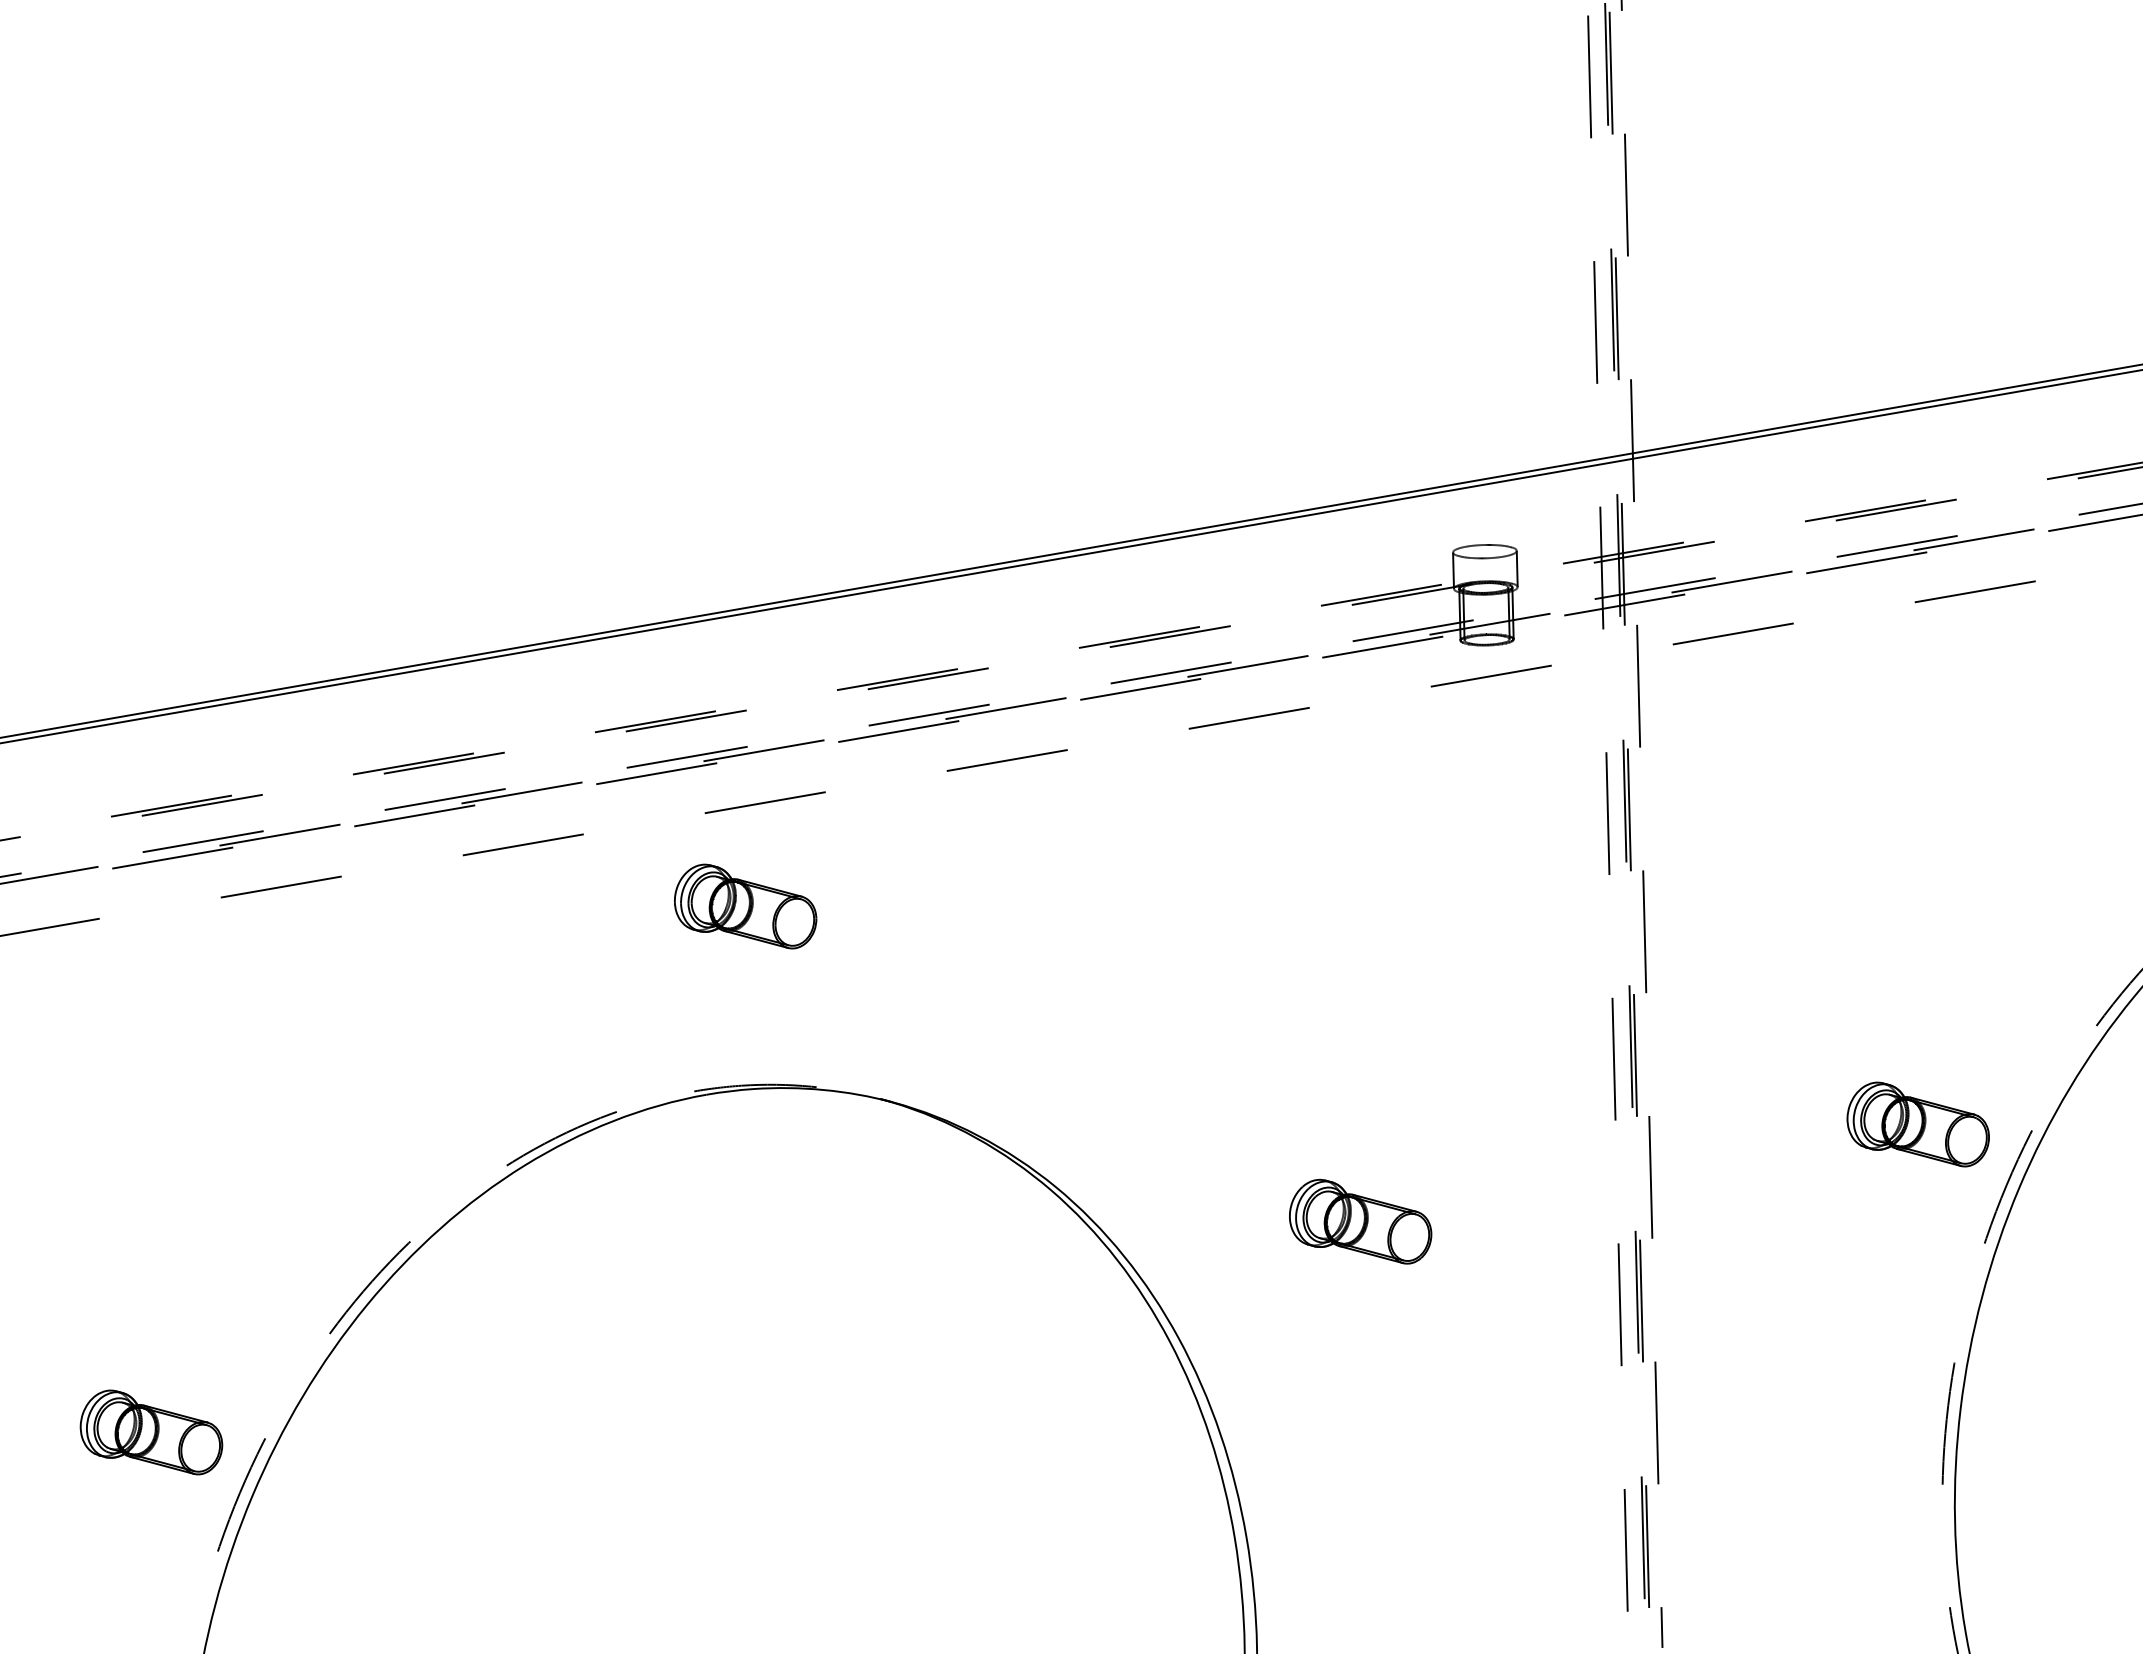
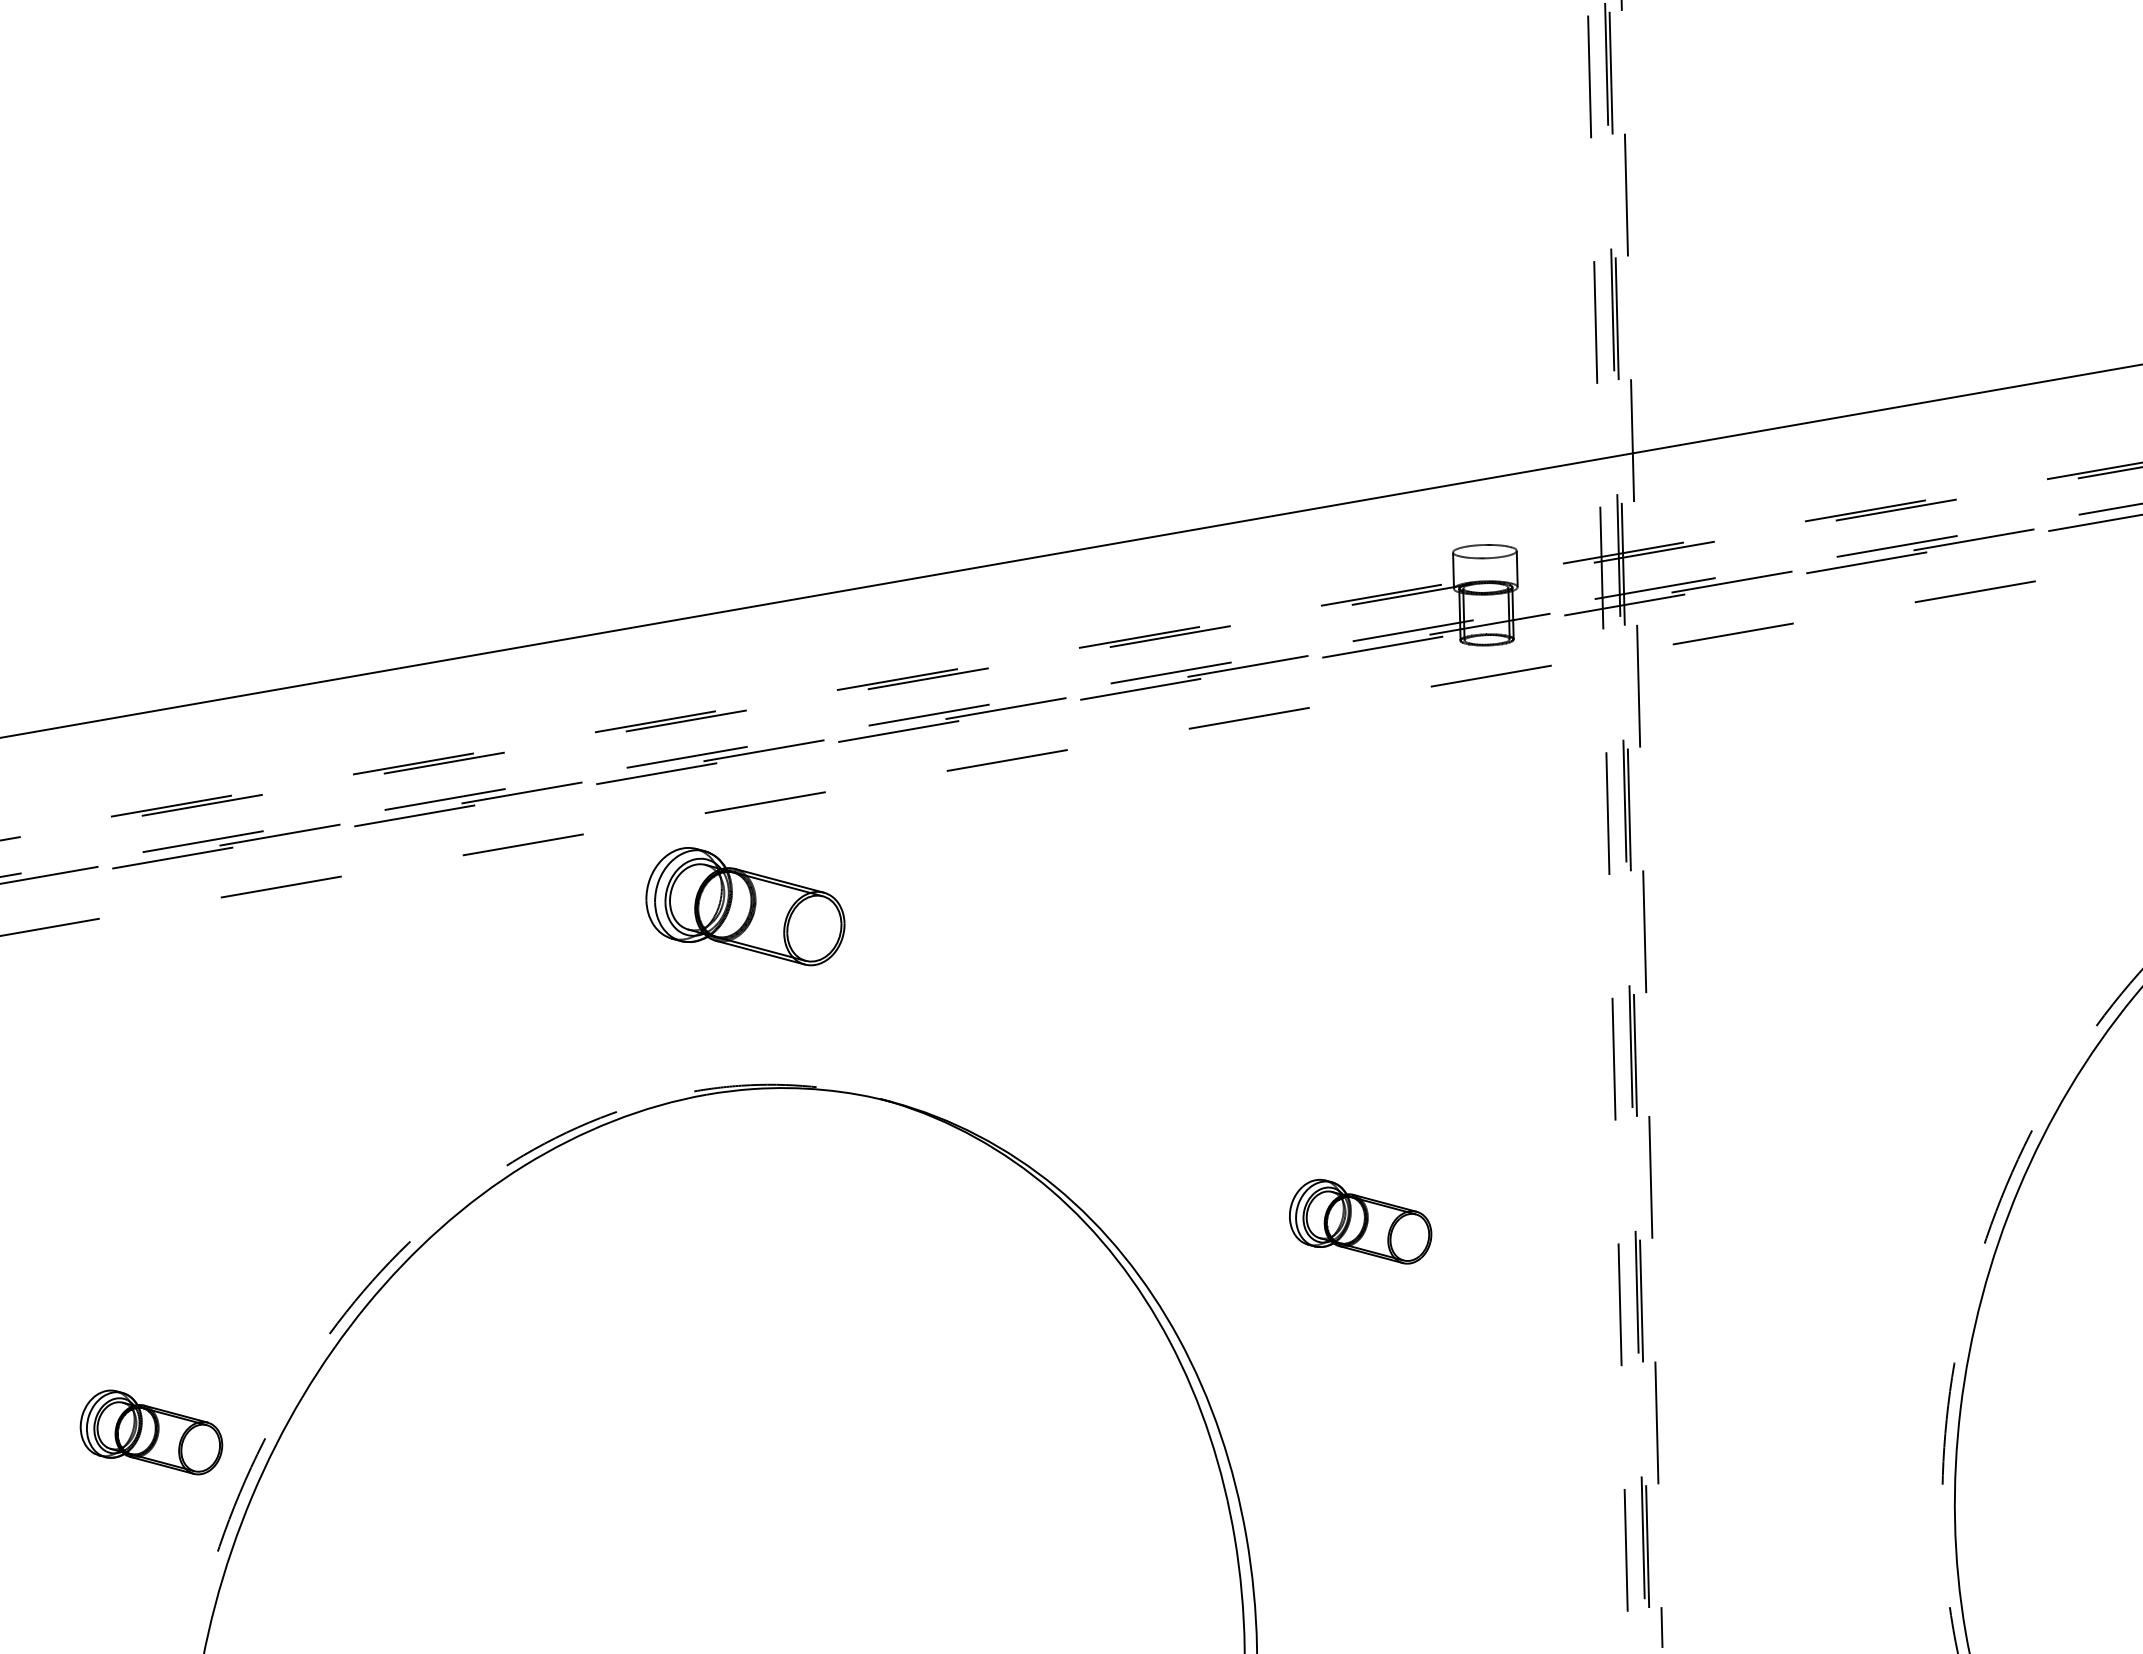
line at (1070, 556): present -> none
part at (745, 906) size: 144x87 px -> 201x120 px
part at (1917, 1124): present -> none
